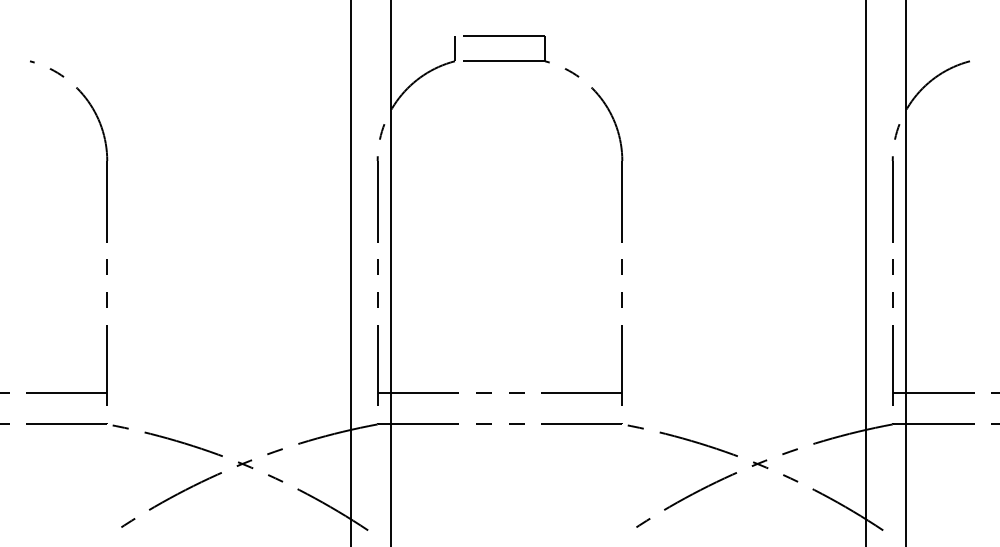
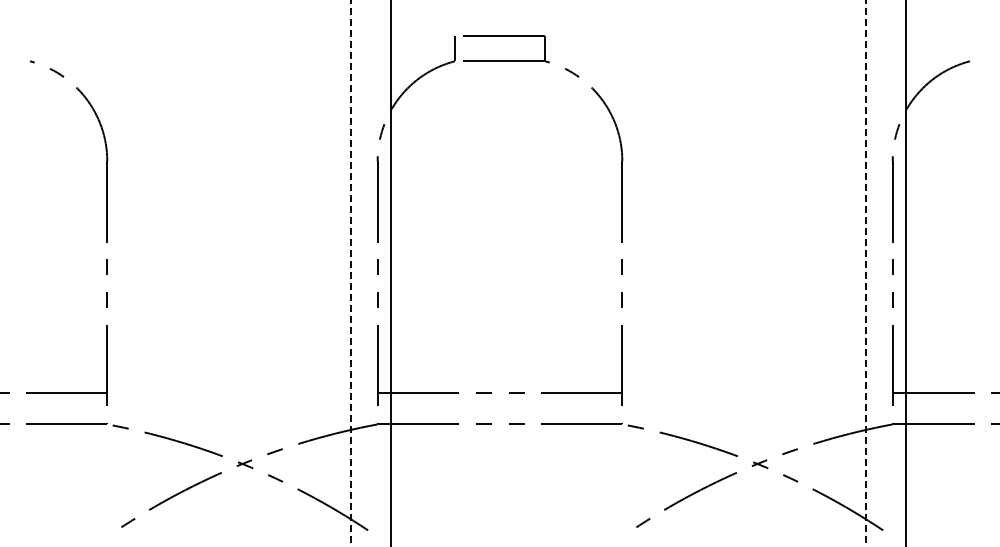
line at (351, 273): solid -> dashed
line at (866, 273): solid -> dashed
